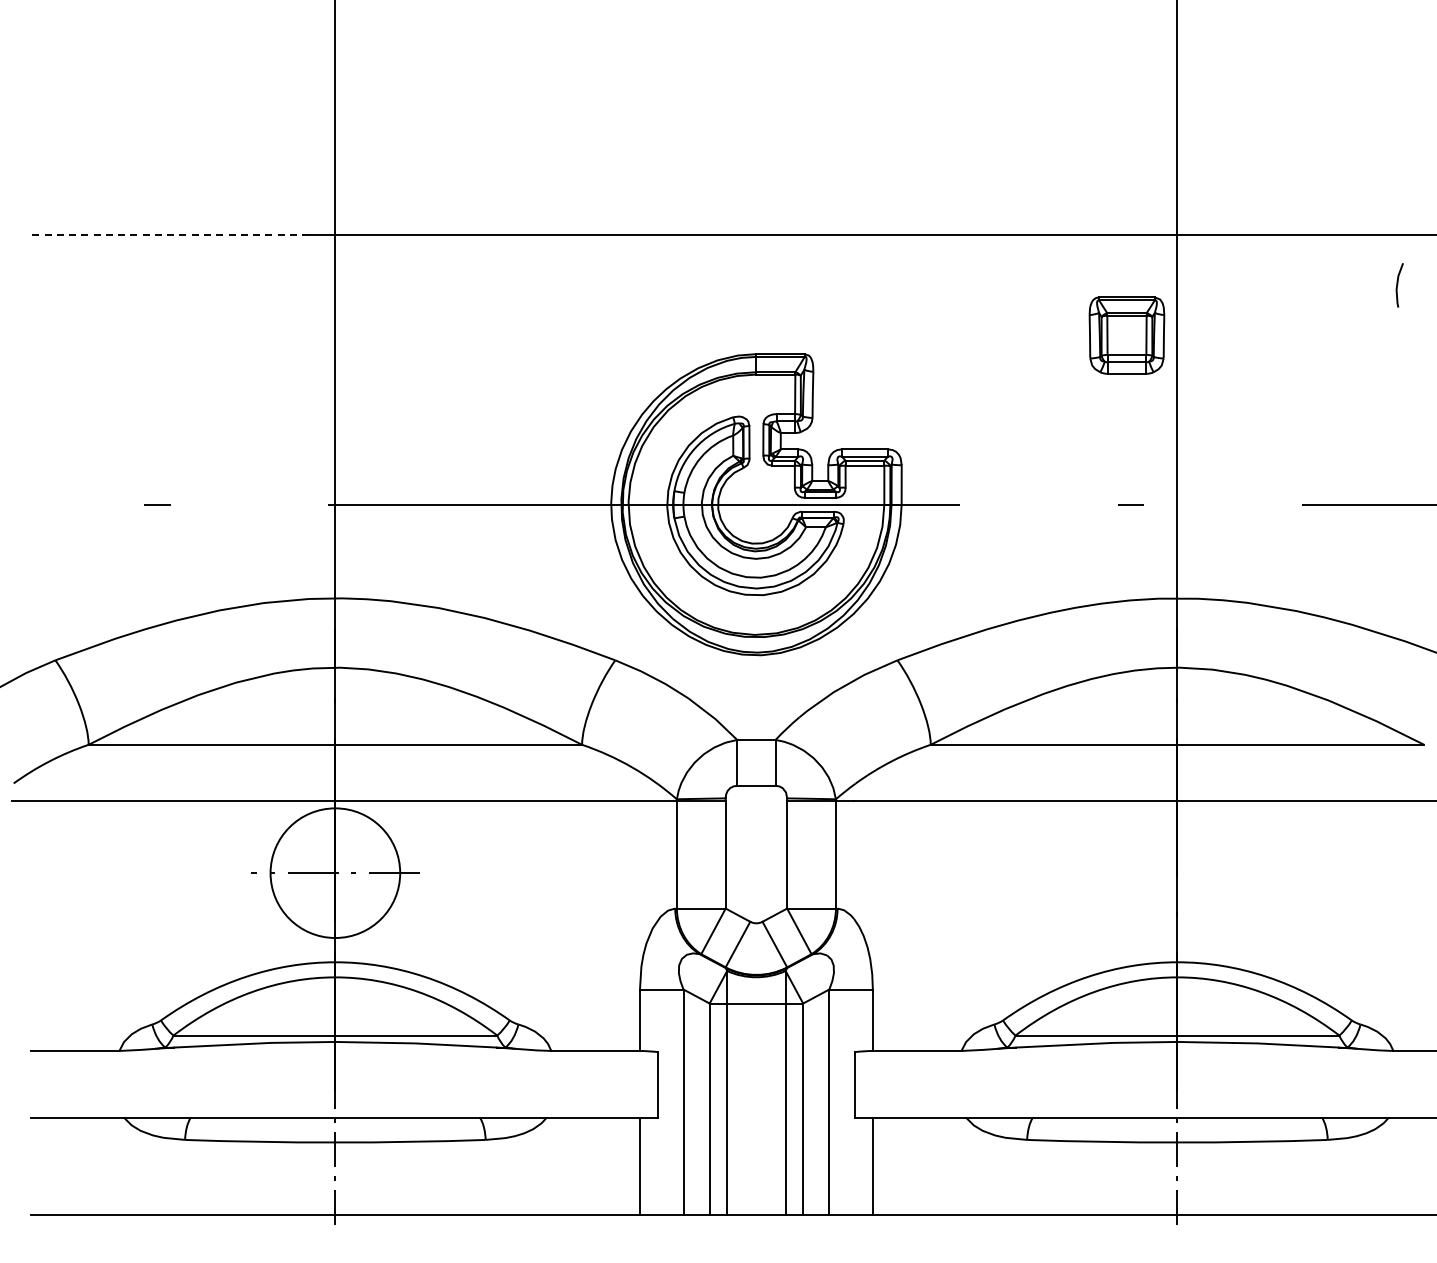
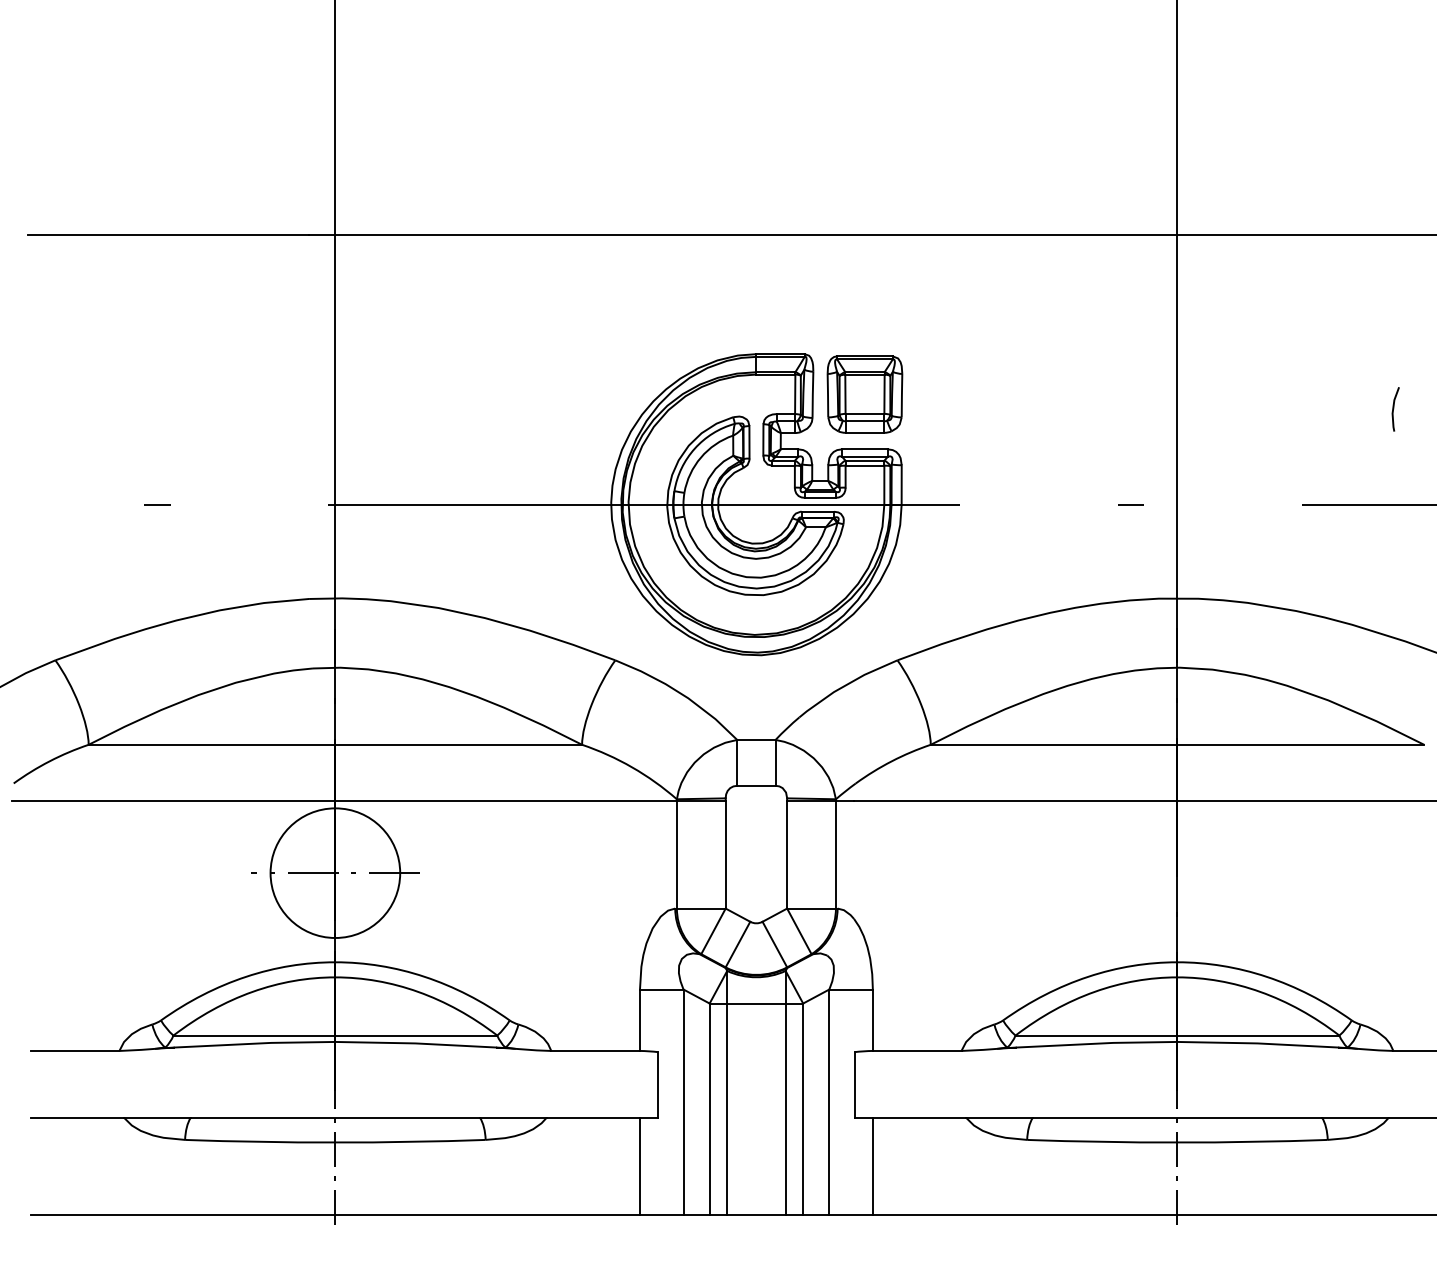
line at (168, 235): dashed -> solid
line at (1398, 284) position: (1398, 284) -> (1394, 408)
part at (1126, 335) position: (1126, 335) -> (864, 394)
